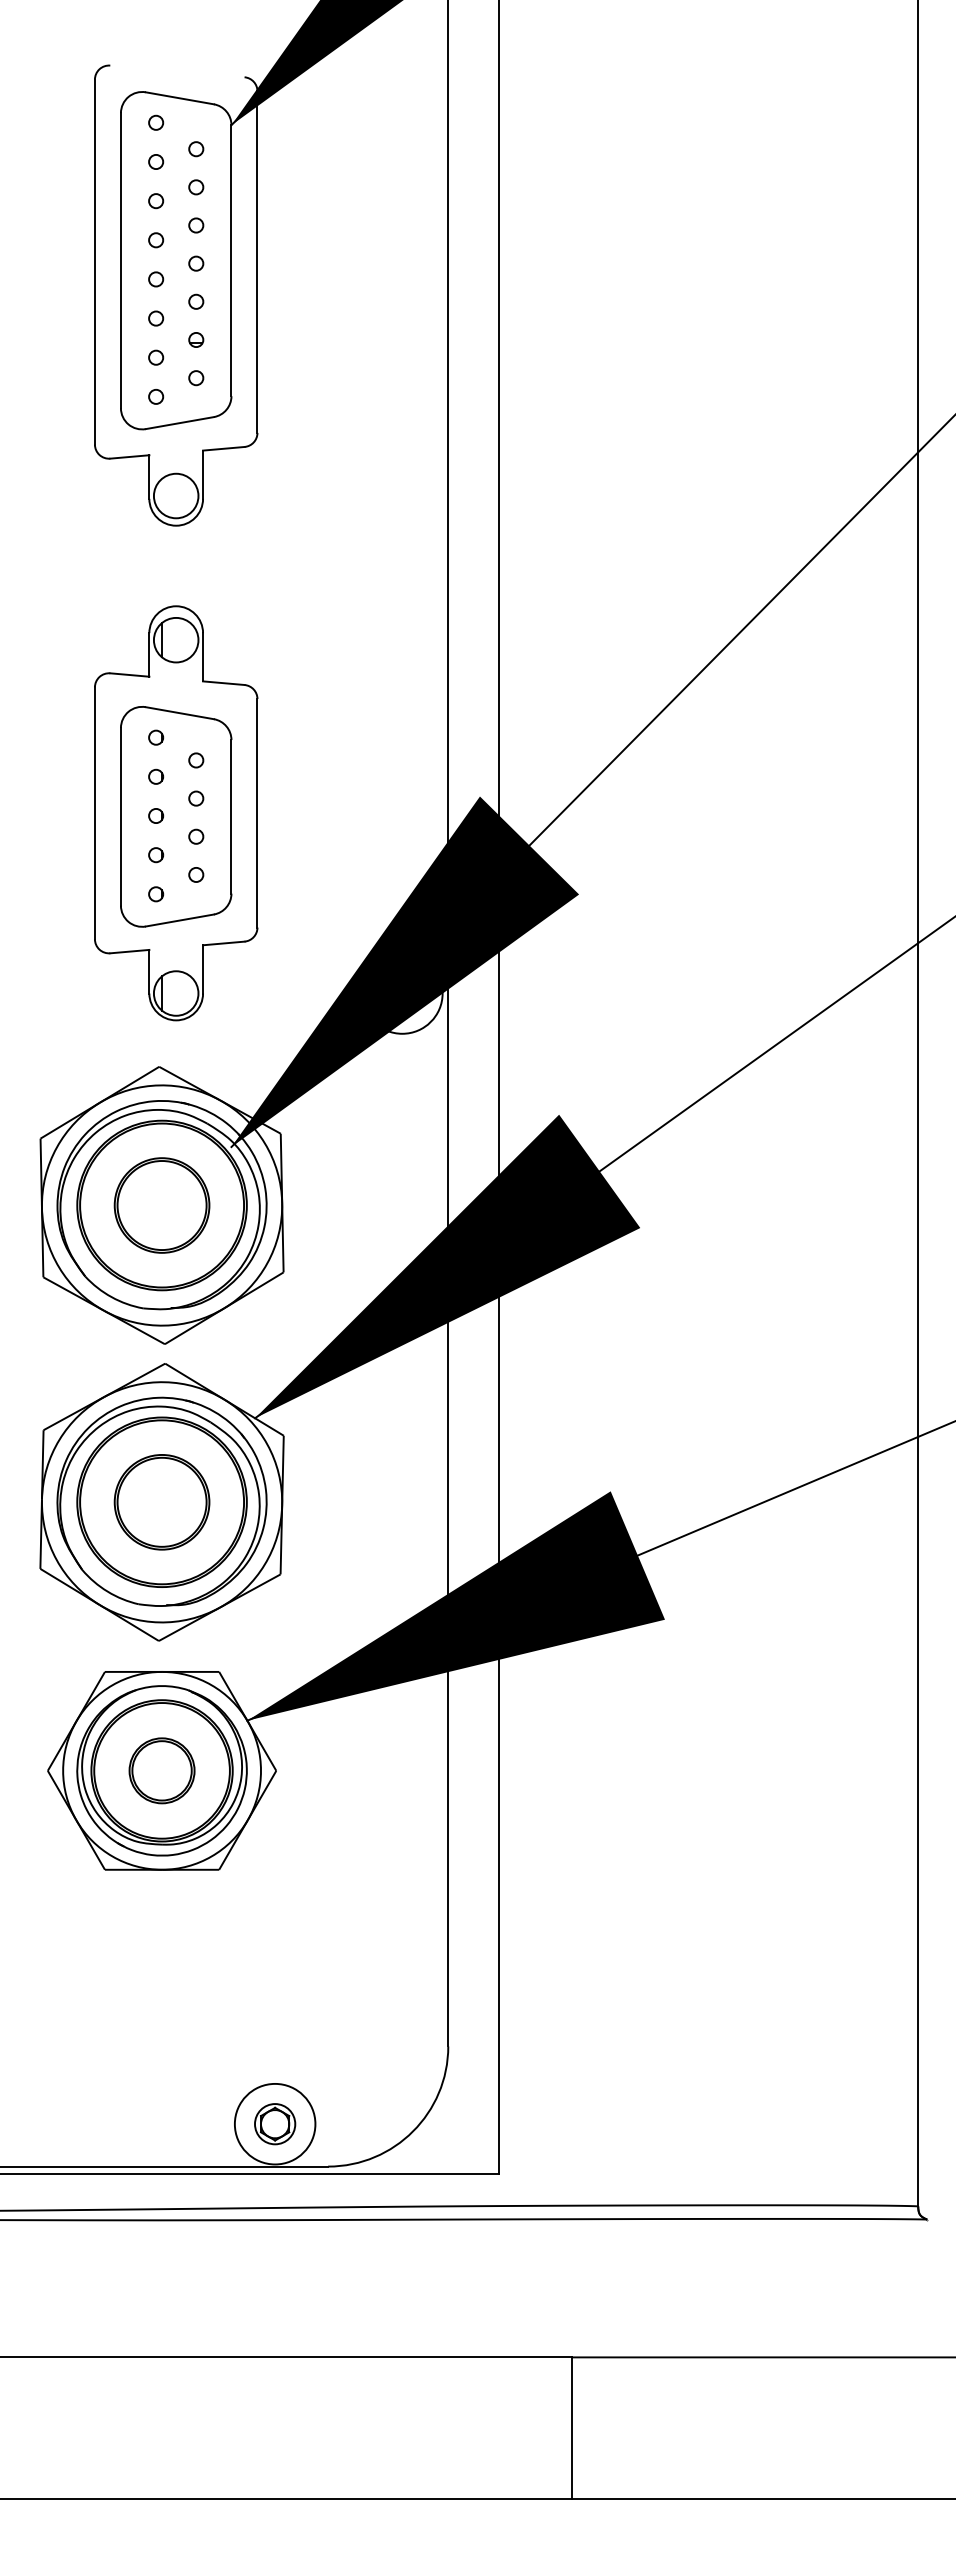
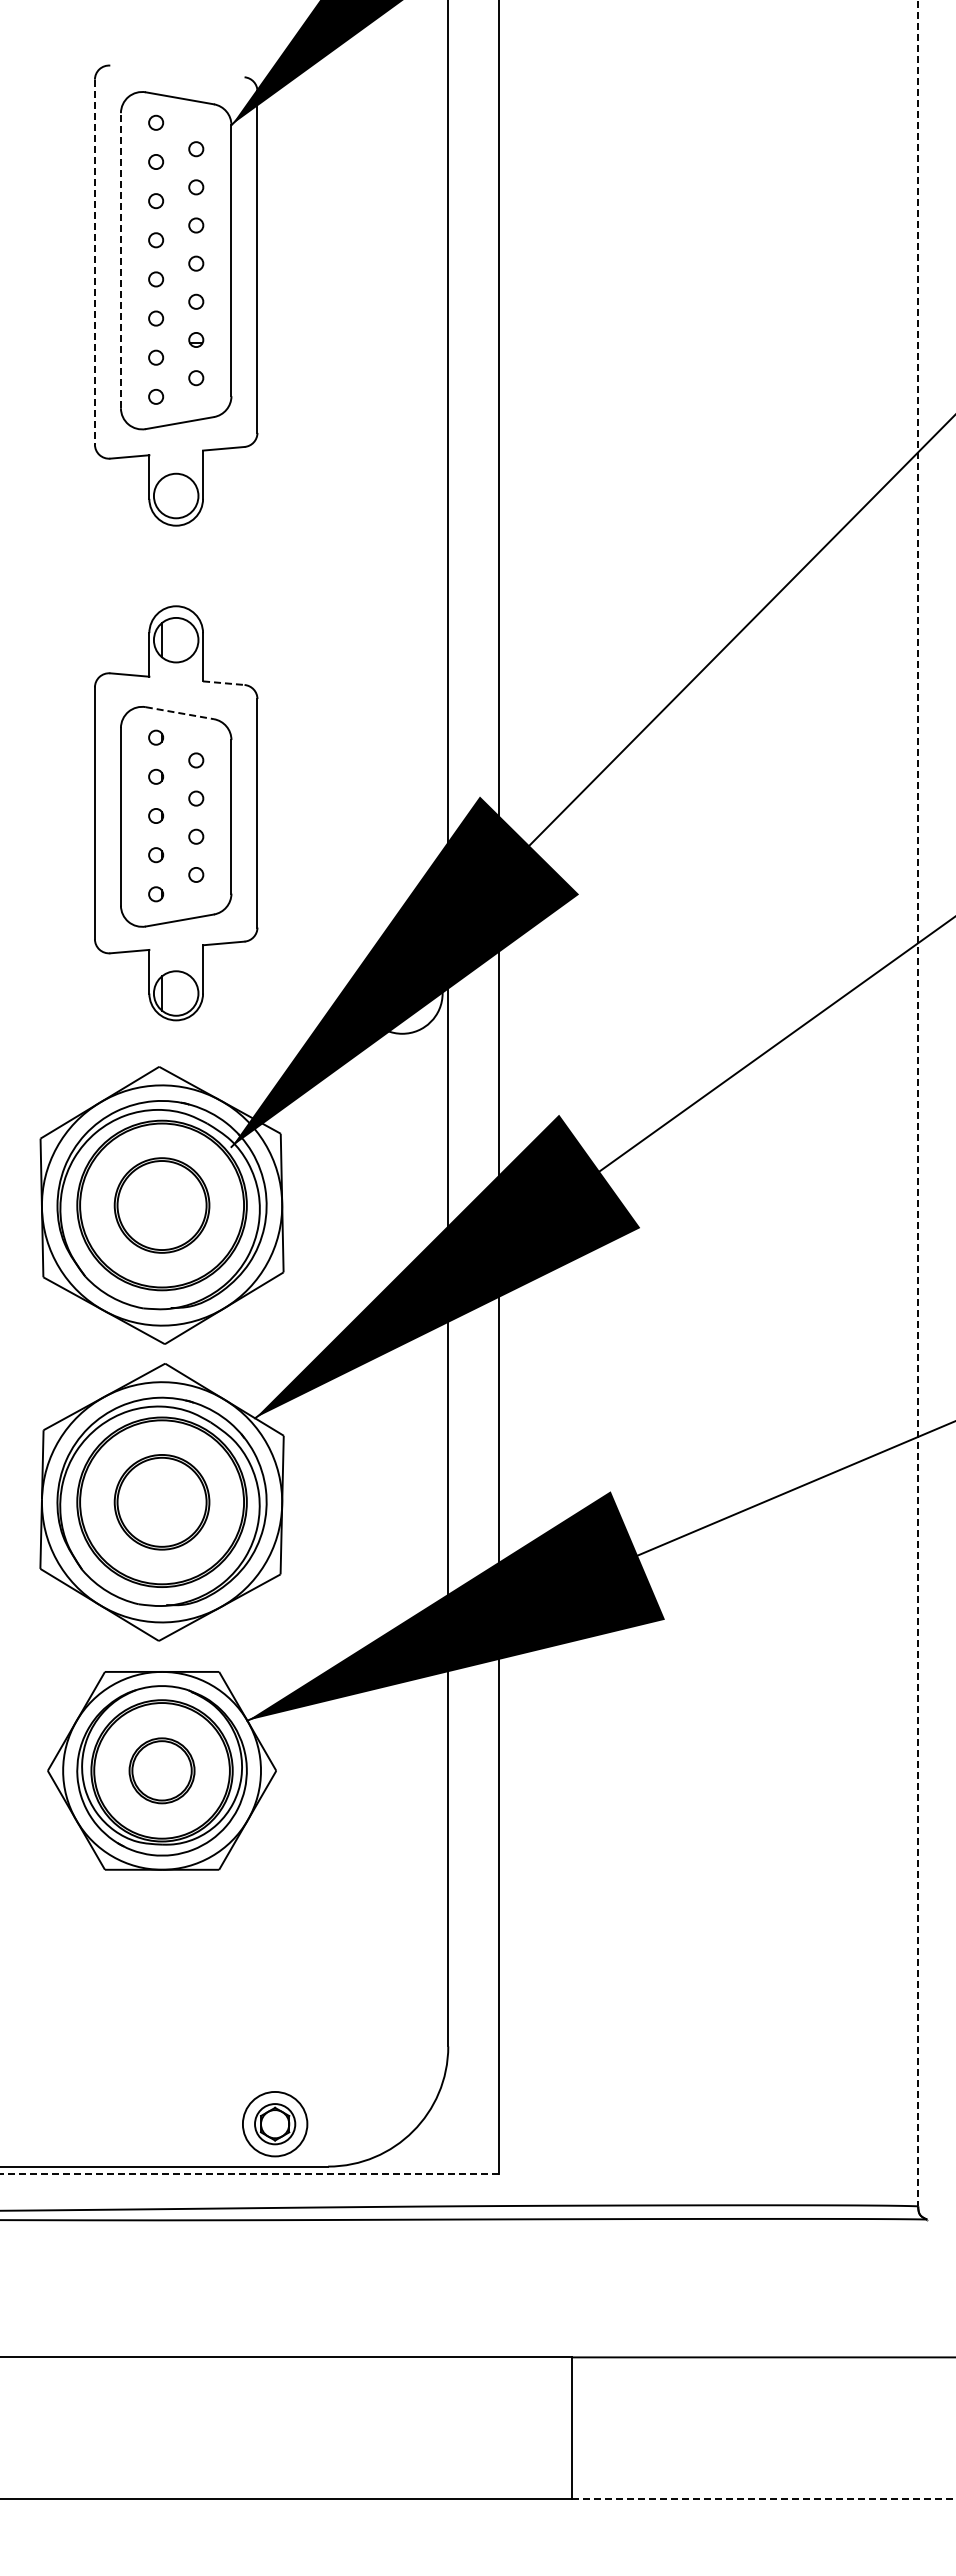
line at (120, 260): solid -> dashed
line at (94, 262): solid -> dashed
line at (223, 683): solid -> dashed
line at (179, 713): solid -> dashed
line at (918, 1103): solid -> dashed
circle at (274, 2123) diameter: 81 px -> 64 px
line at (248, 2173): solid -> dashed
line at (763, 2498): solid -> dashed
